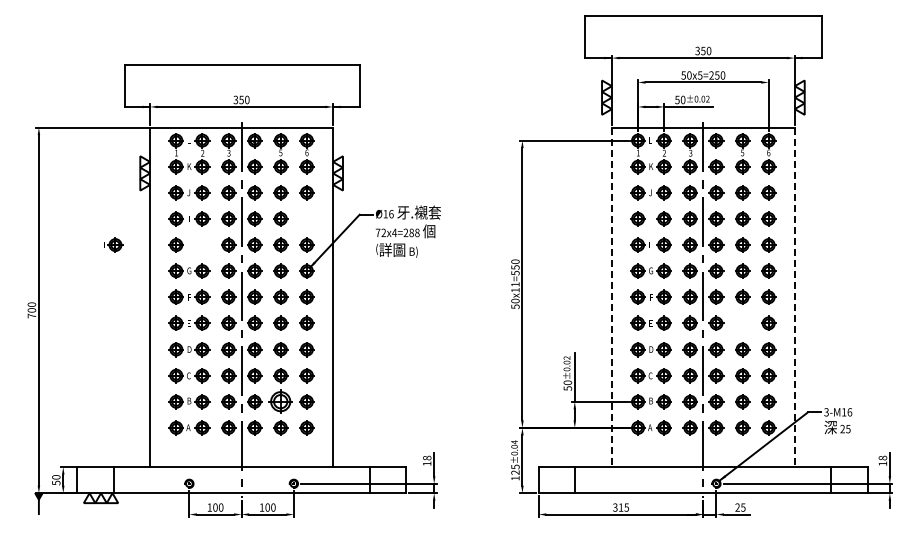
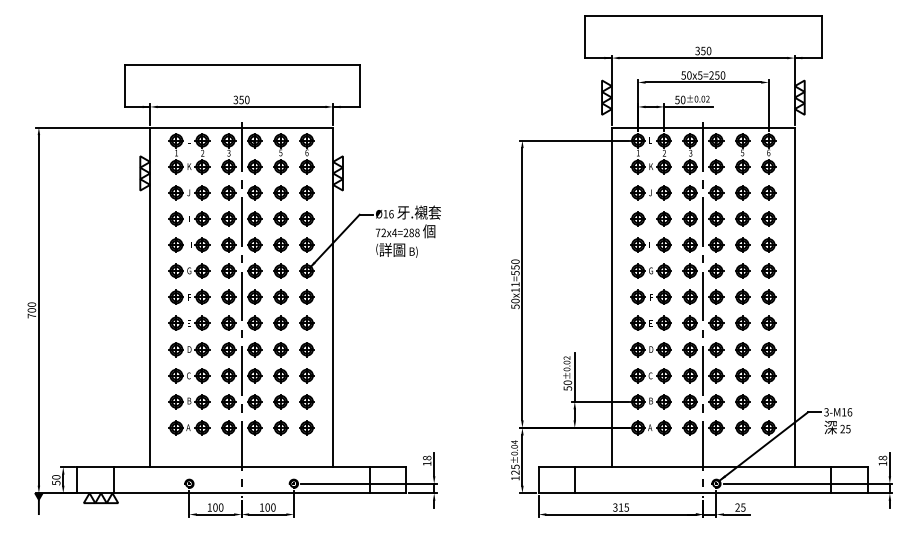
part at (306, 218): none -> present
part at (113, 244) position: (113, 244) -> (200, 244)
line at (611, 297): dashed -> solid
line at (794, 297): dashed -> solid
part at (742, 322): none -> present
part at (280, 401) size: 25x25 px -> 16x16 px
